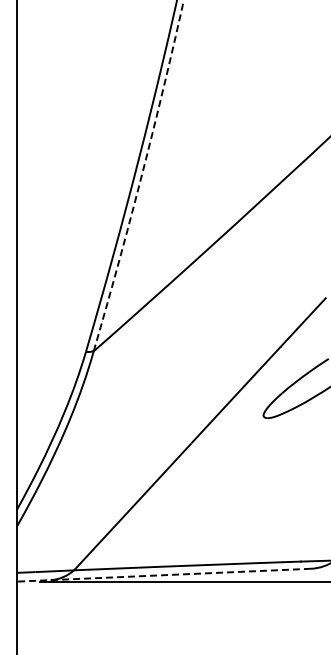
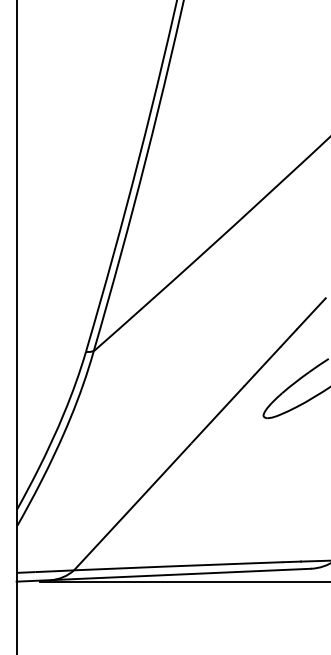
arc at (141, 176): dashed -> solid
line at (163, 575): dashed -> solid
